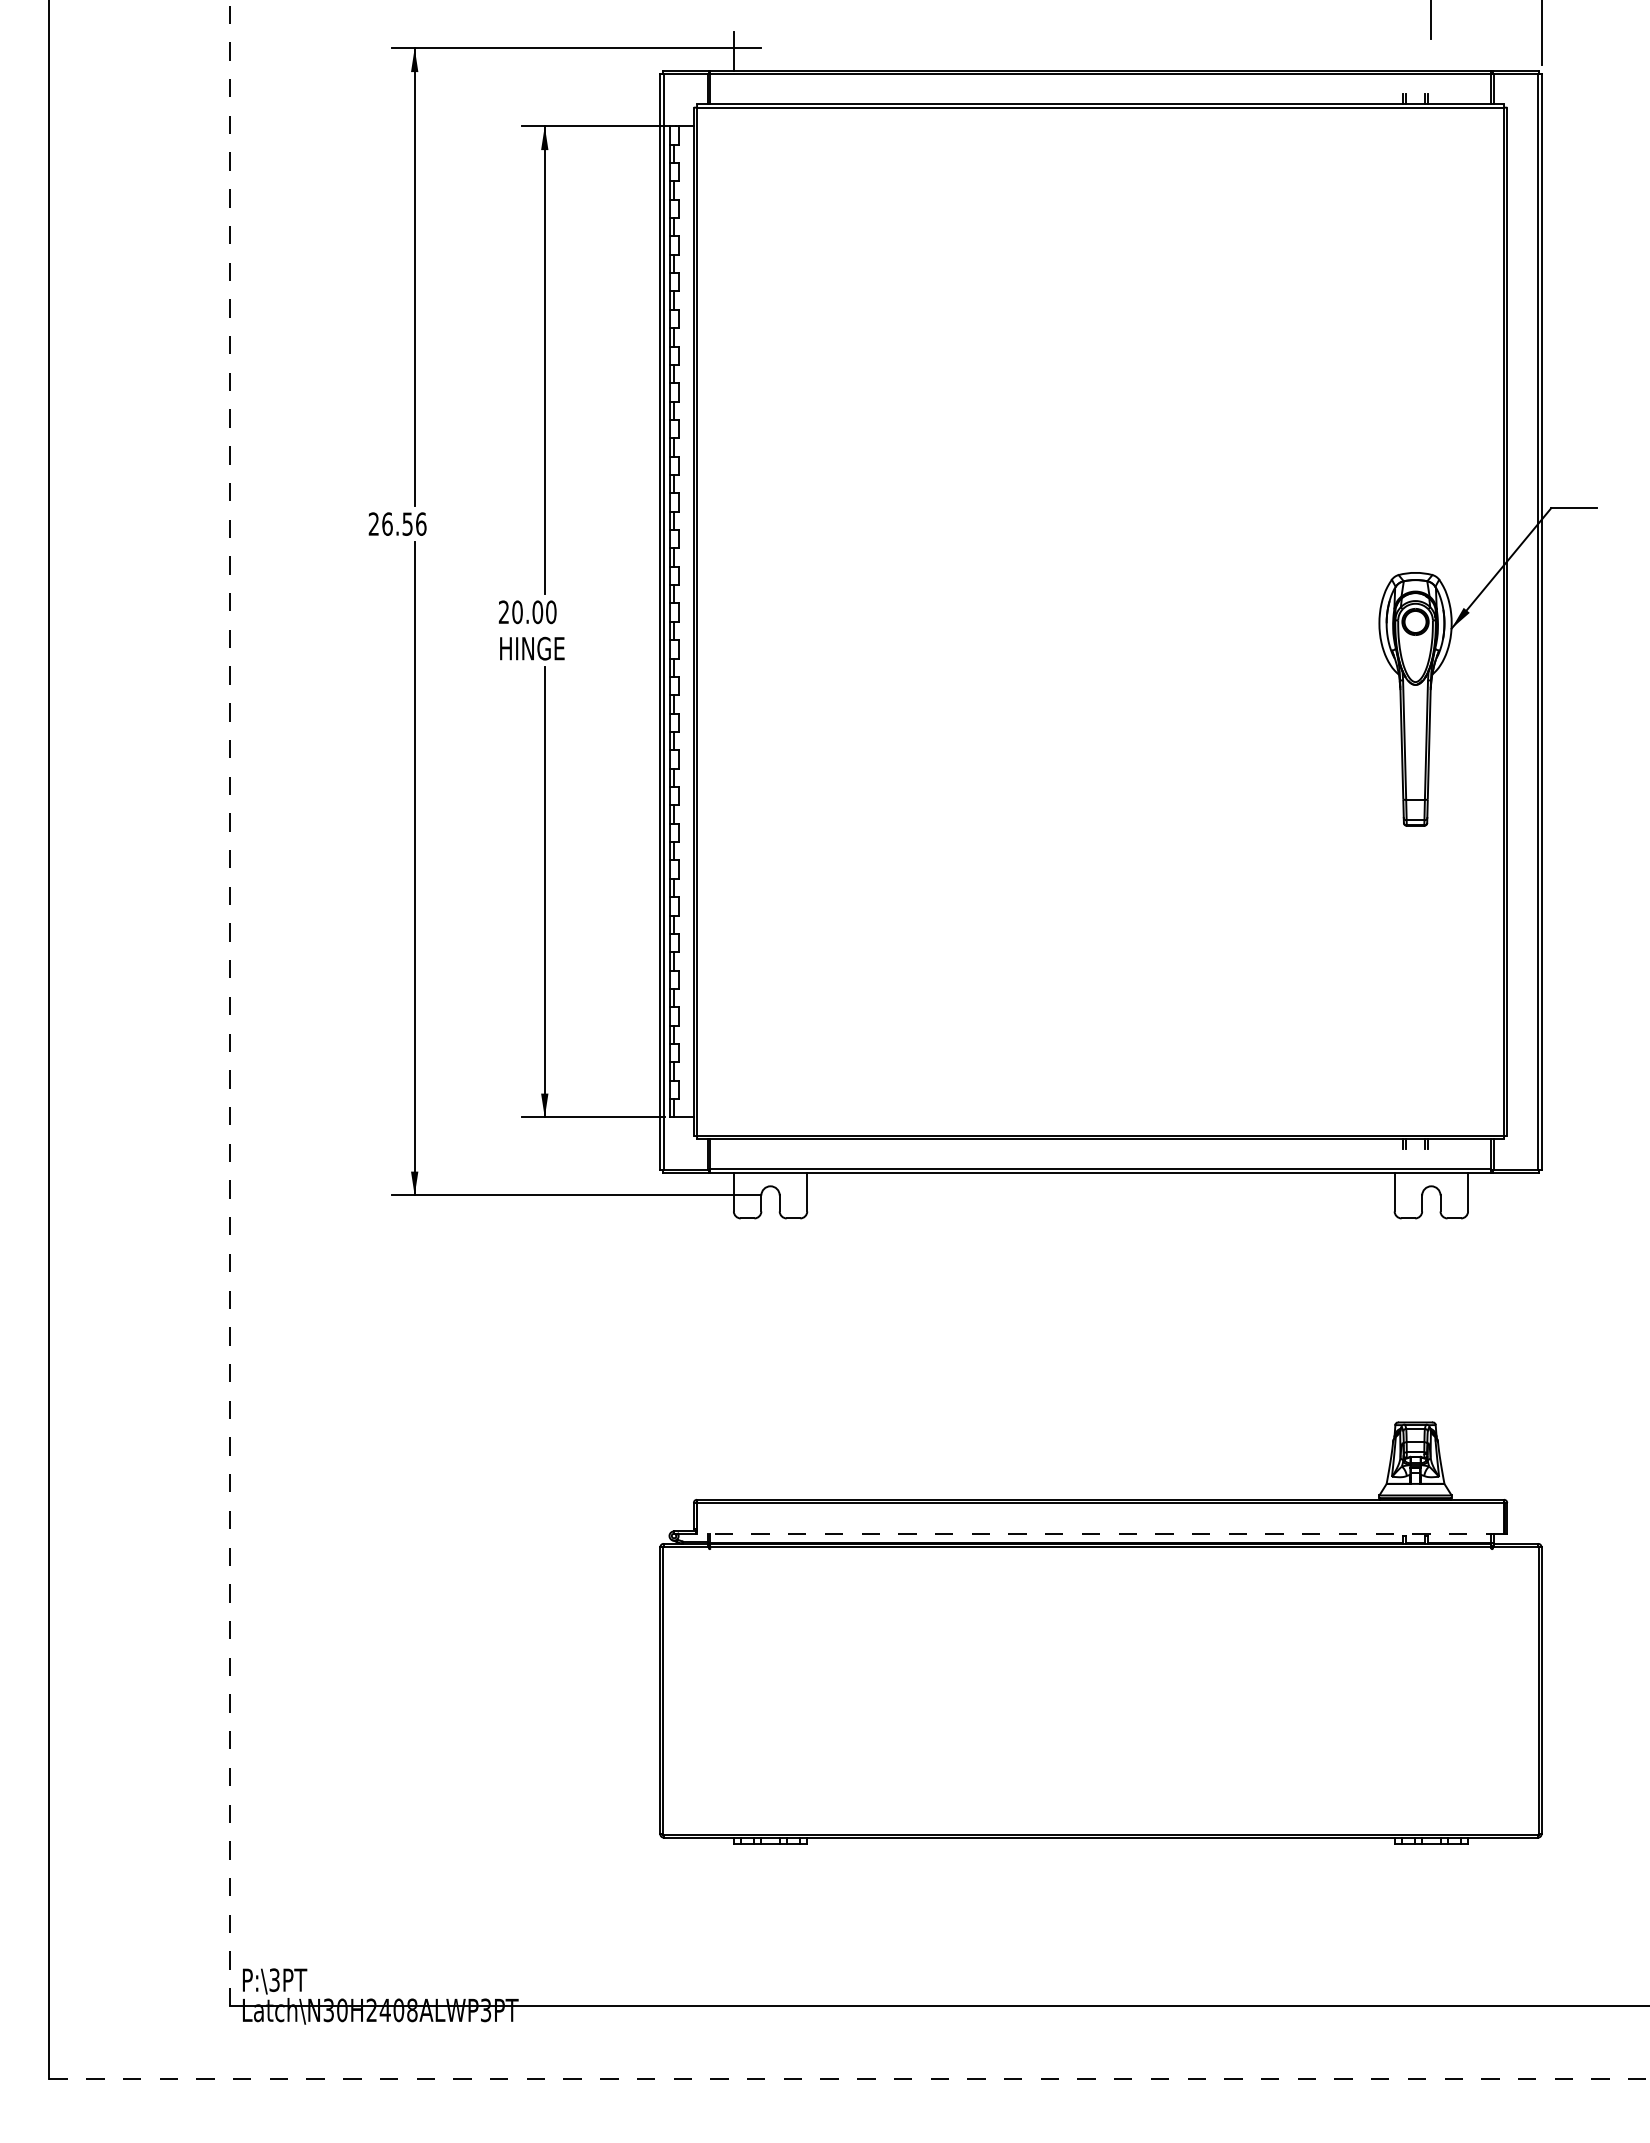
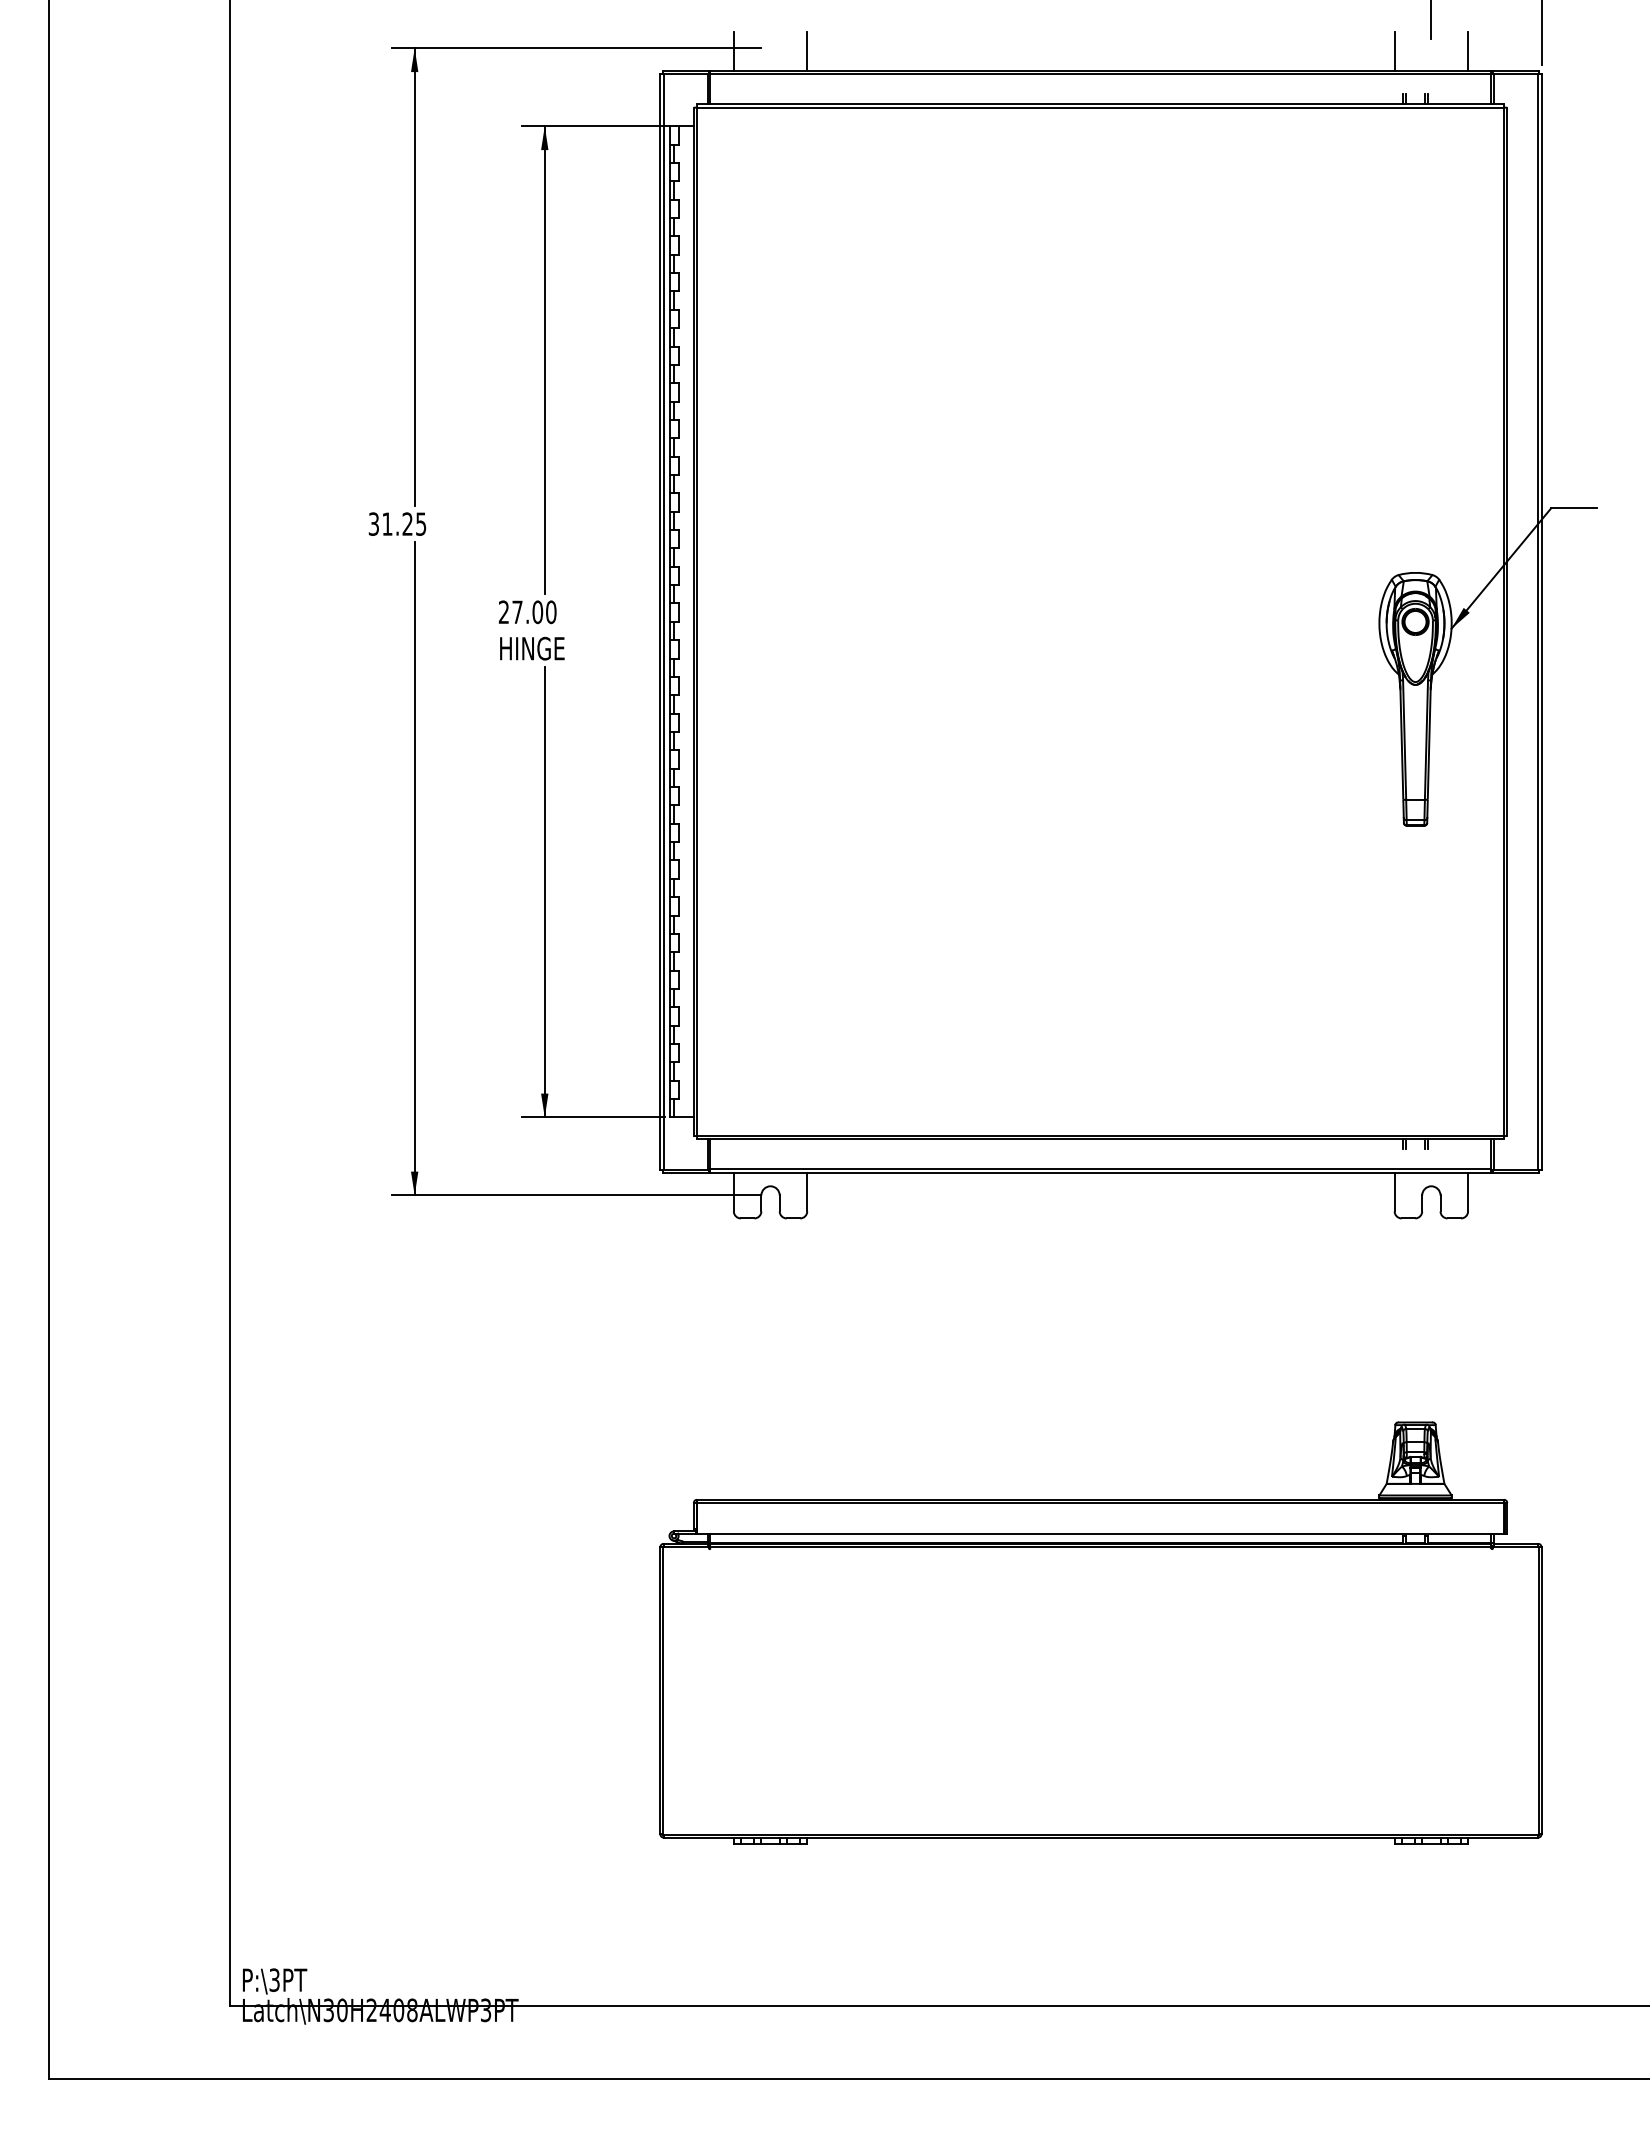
line at (807, 51): none -> present
line at (1394, 51): none -> present
line at (1468, 51): none -> present
text at (397, 523): 26.56 -> 31.25
text at (517, 612): 20.00 -> 27.00
line at (230, 1003): dashed -> solid
line at (1100, 1534): dashed -> solid
line at (849, 2078): dashed -> solid
